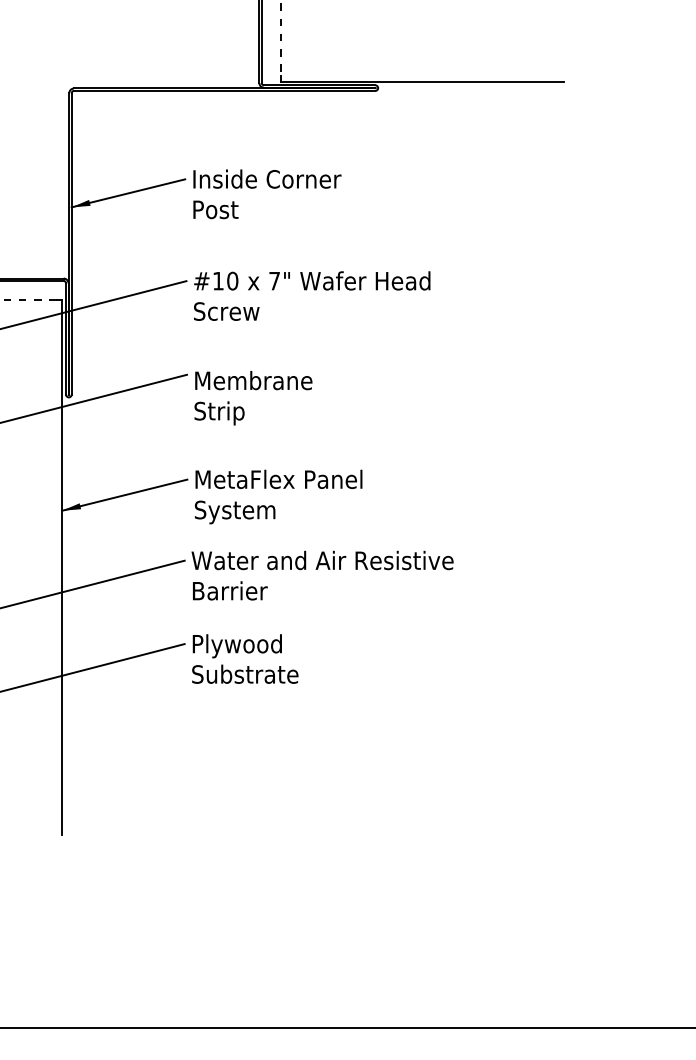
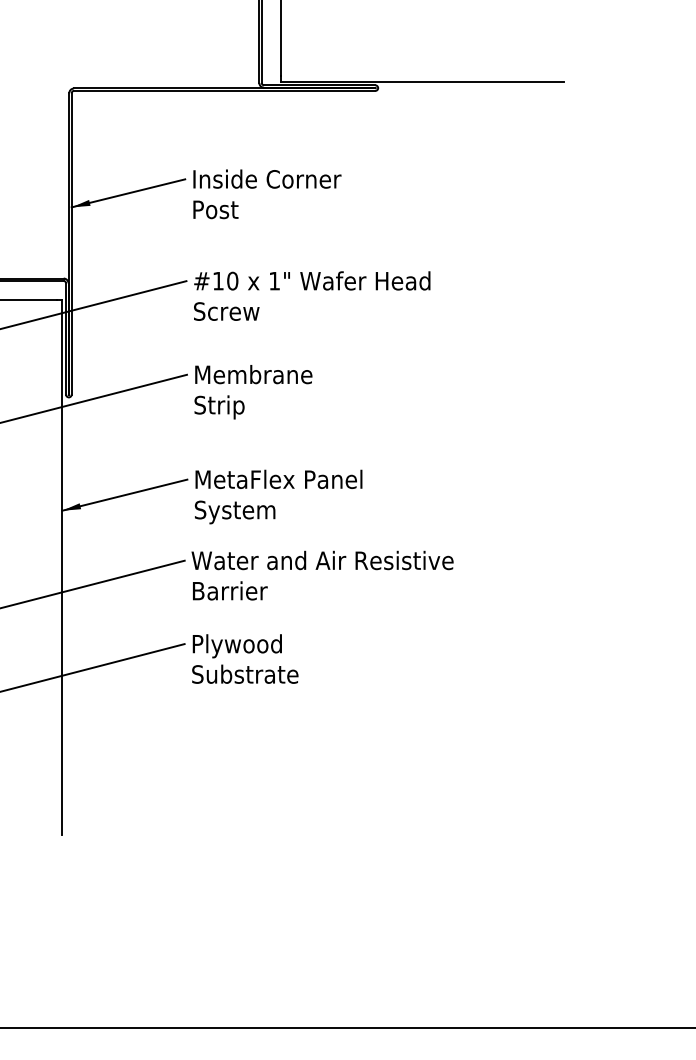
line at (280, 38): dashed -> solid
text at (274, 281): 7" -> 1"
line at (28, 299): dashed -> solid
text at (253, 398) position: (253, 398) -> (253, 392)
